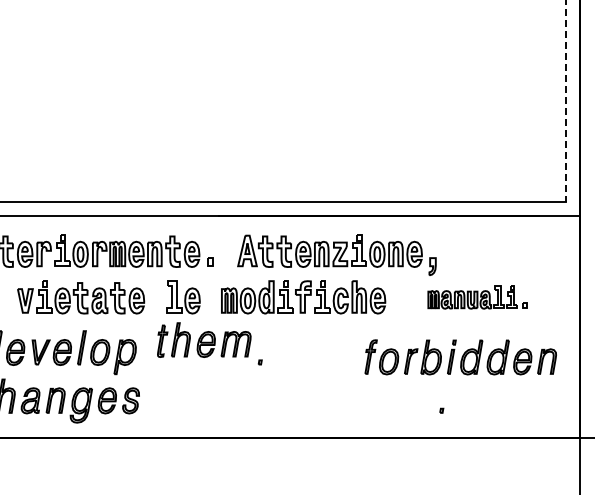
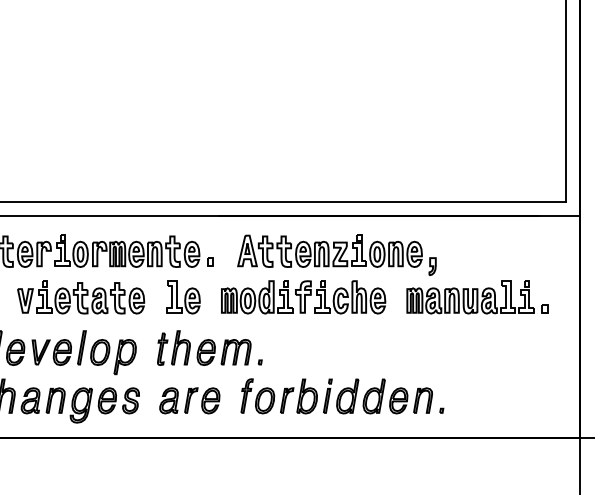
line at (566, 101): dashed -> solid
part at (477, 297) size: 101x25 px -> 143x35 px
part at (204, 339) position: (204, 339) -> (204, 347)
part at (460, 357) position: (460, 357) -> (336, 396)
part at (189, 400): none -> present
